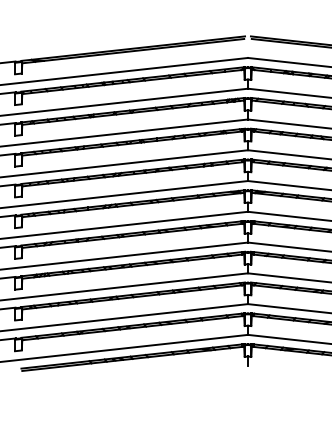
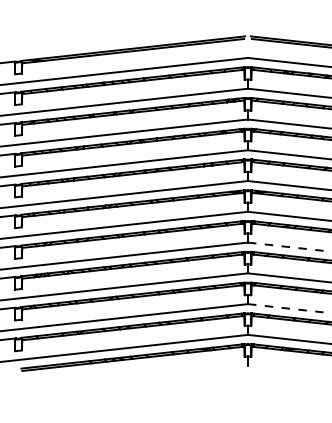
line at (289, 247): solid -> dashed
line at (289, 308): solid -> dashed
